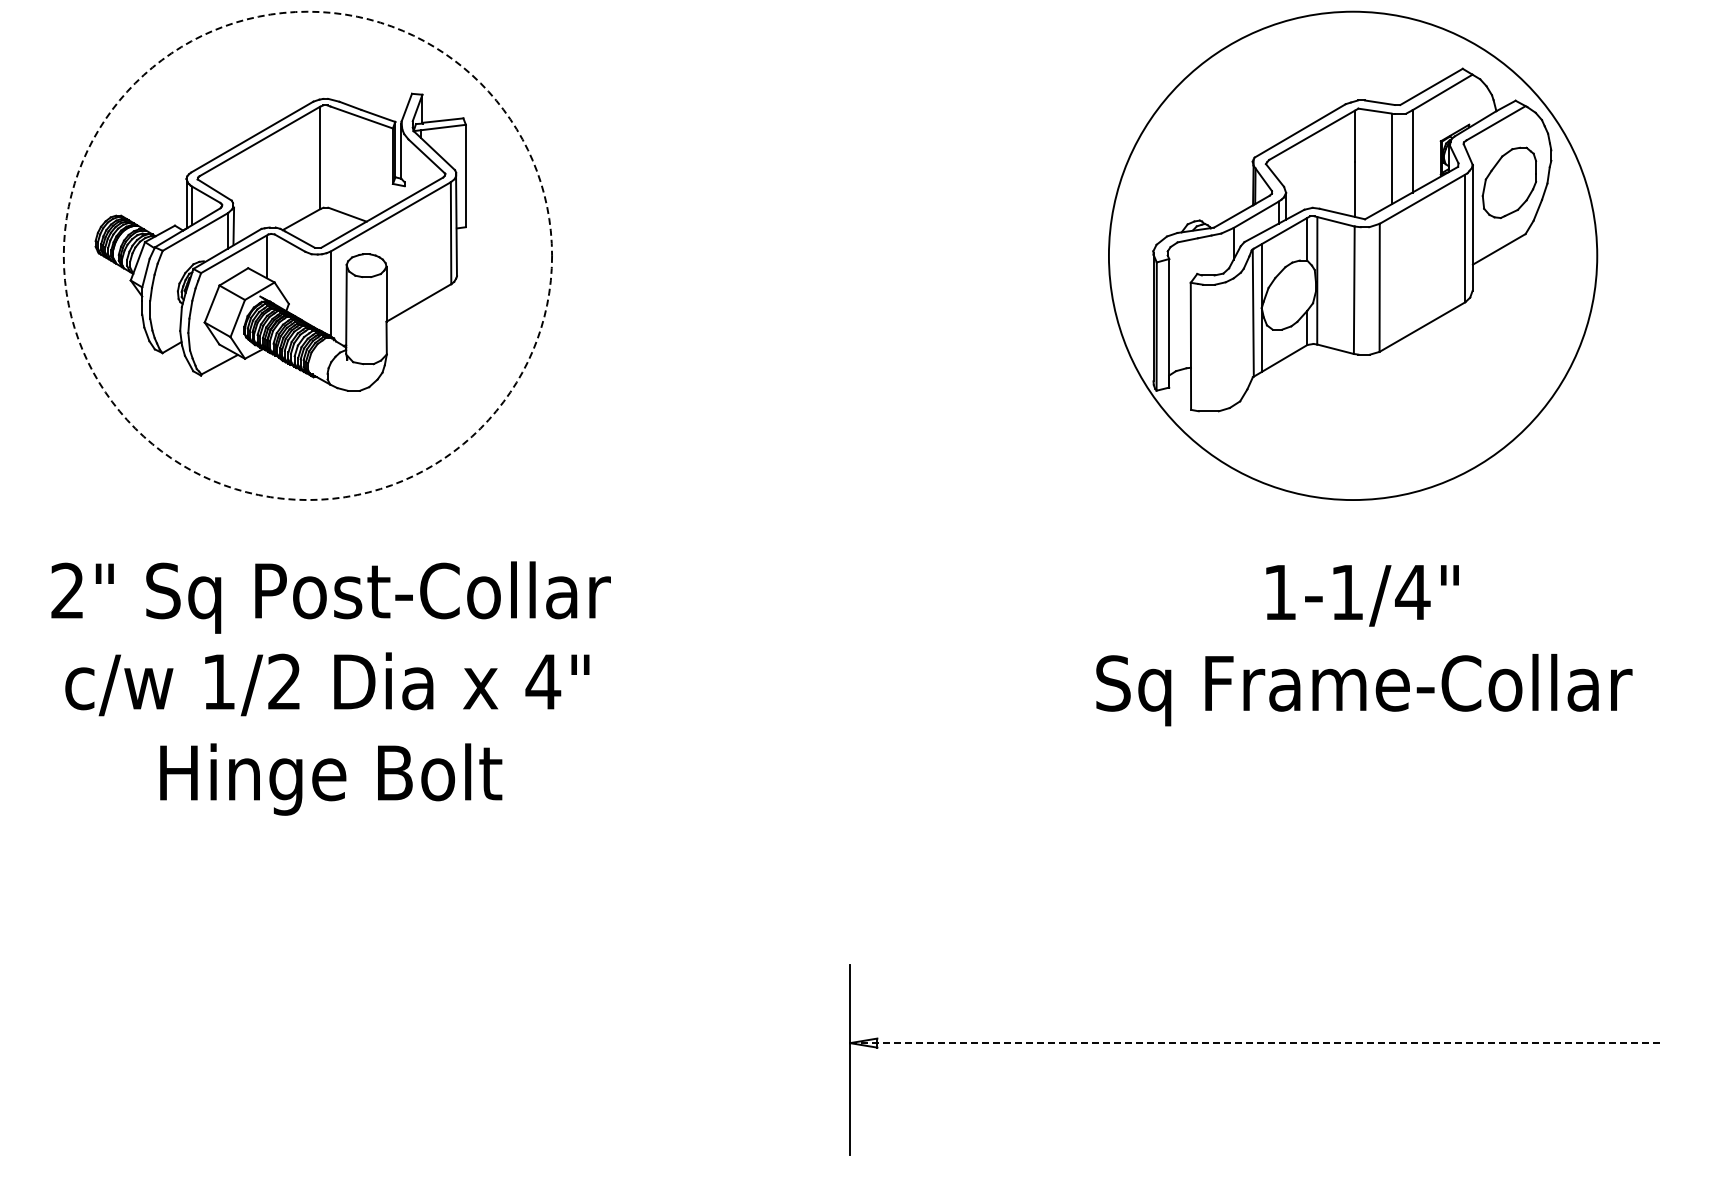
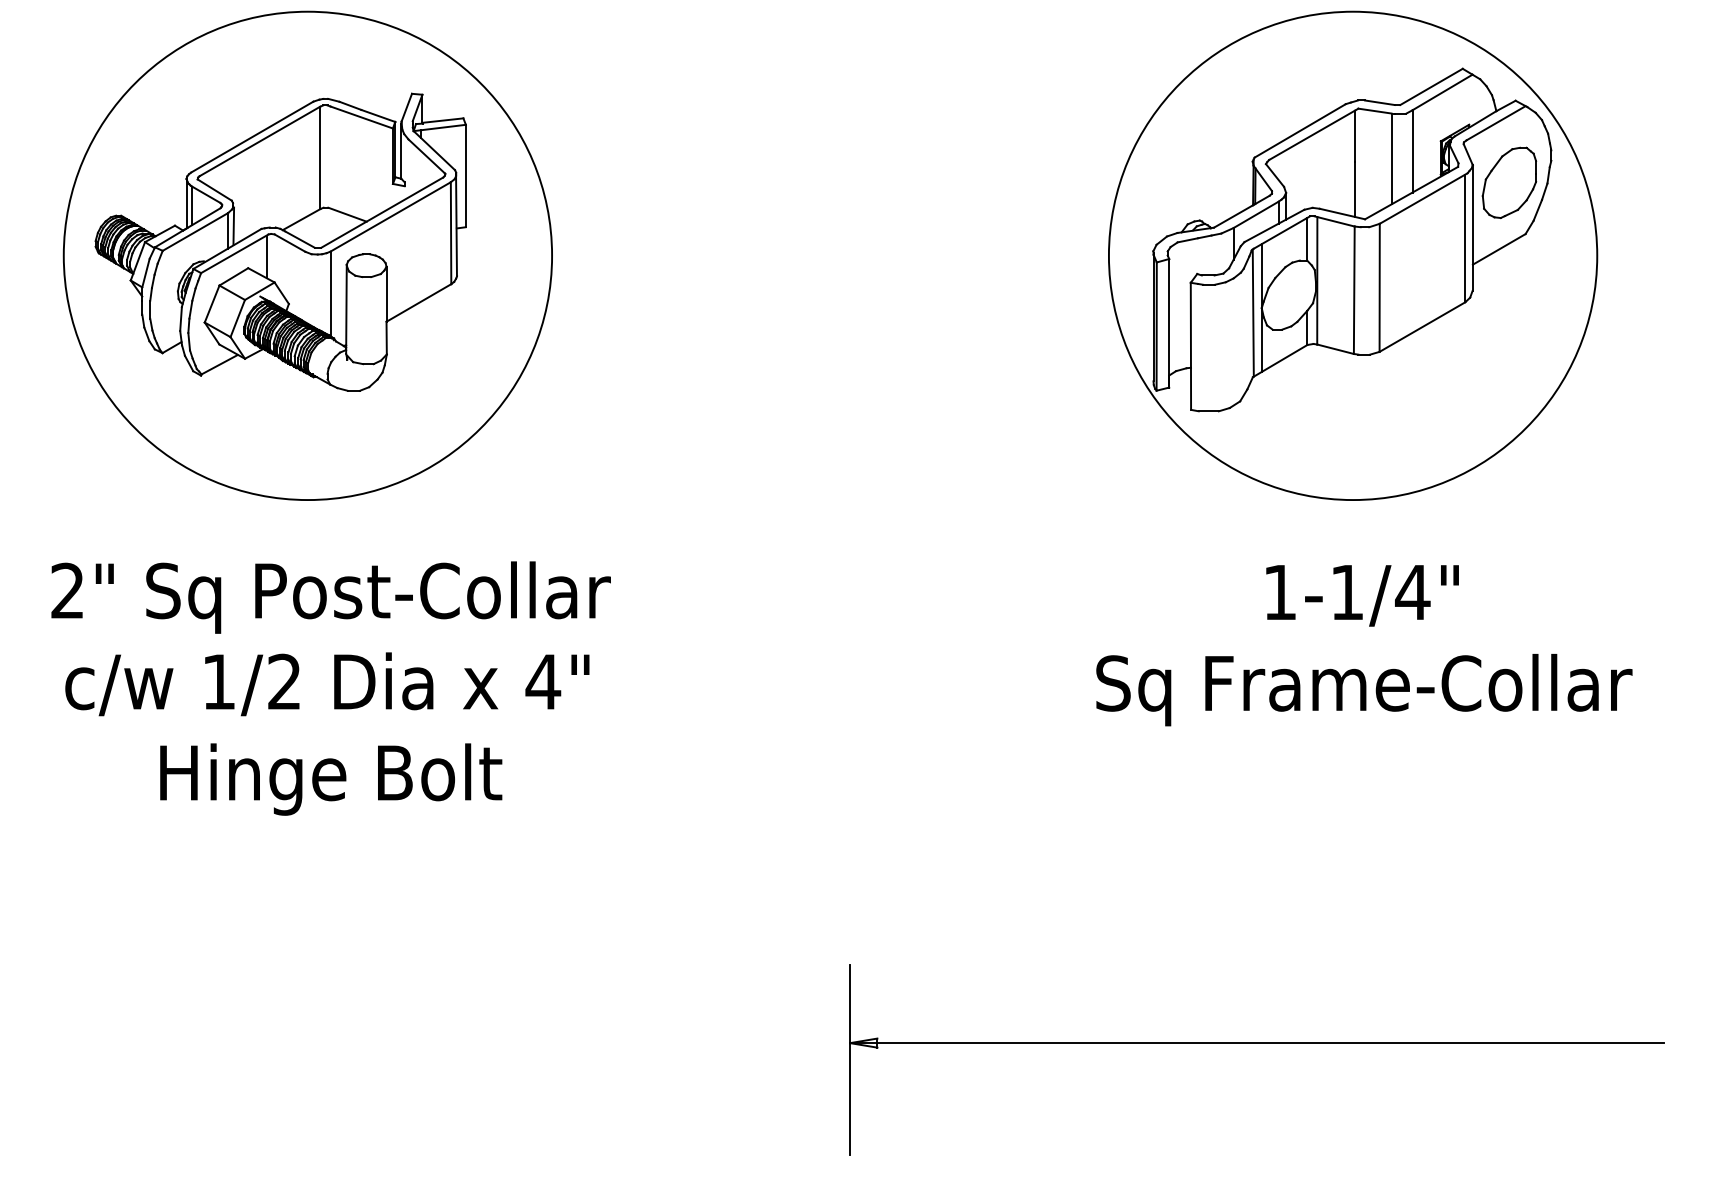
circle at (307, 255): dashed -> solid
line at (1256, 1043): dashed -> solid
